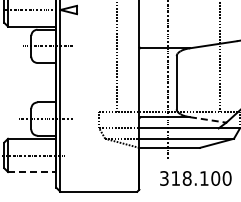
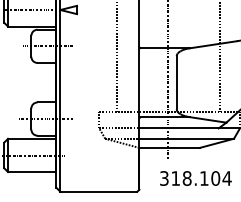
line at (208, 120): dashed -> solid
line at (32, 172): dashed -> solid
text at (226, 178): 318.100 -> 318.104
